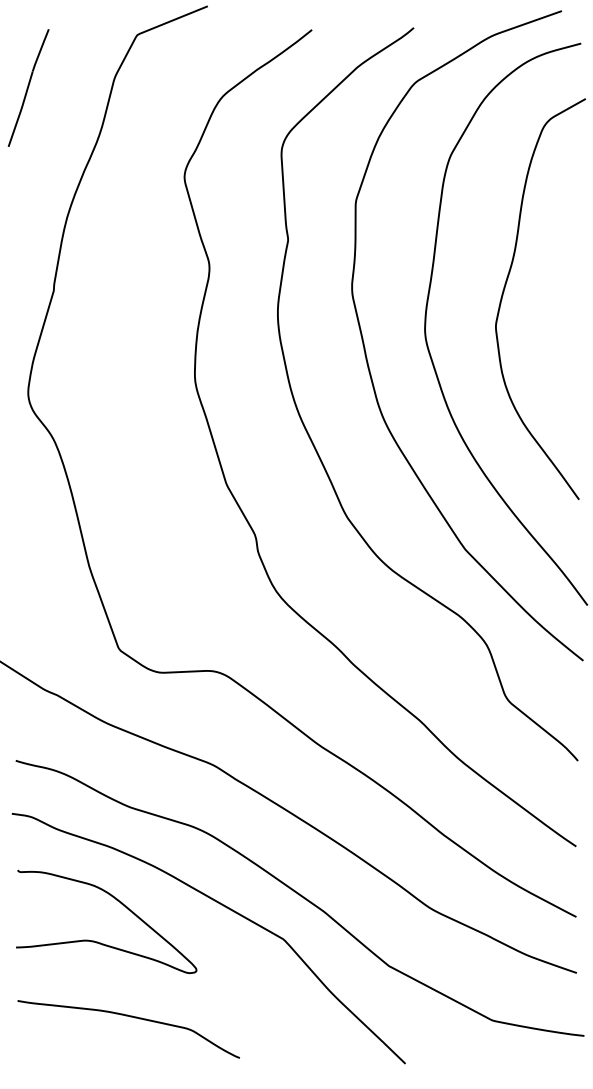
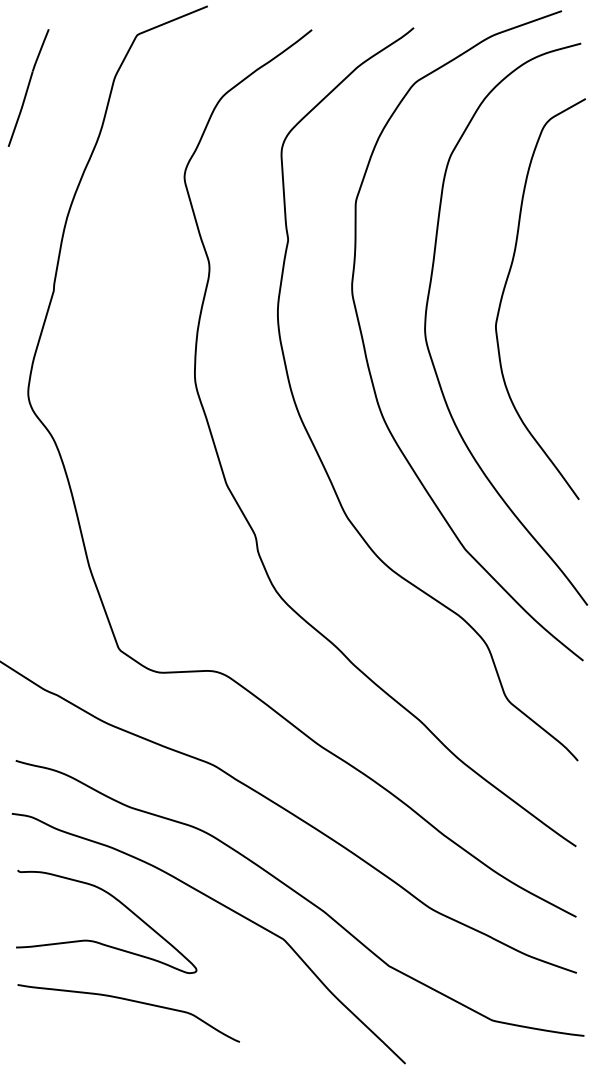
curve at (130, 1017) position: (130, 1017) -> (130, 1001)
